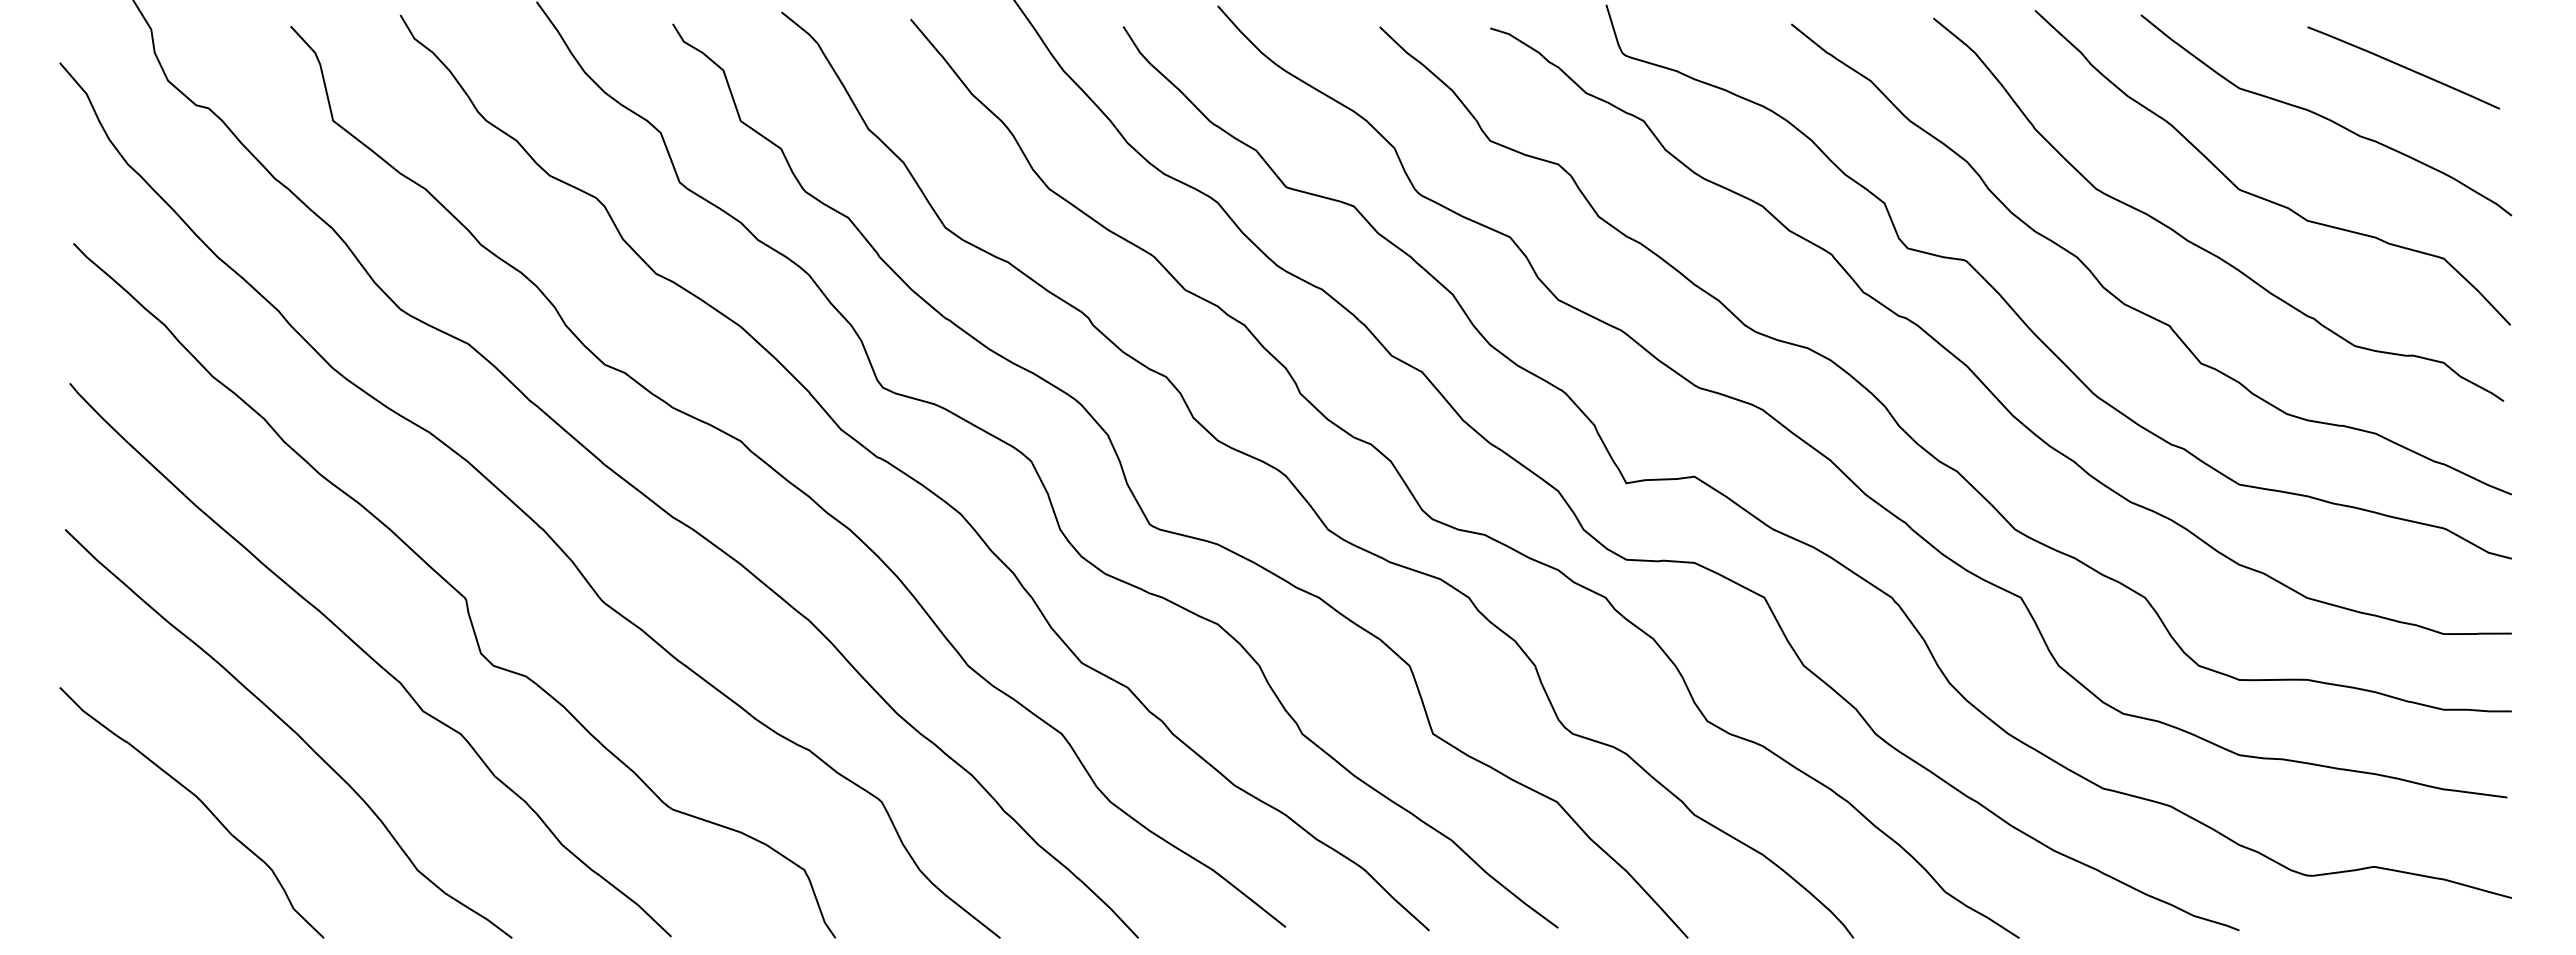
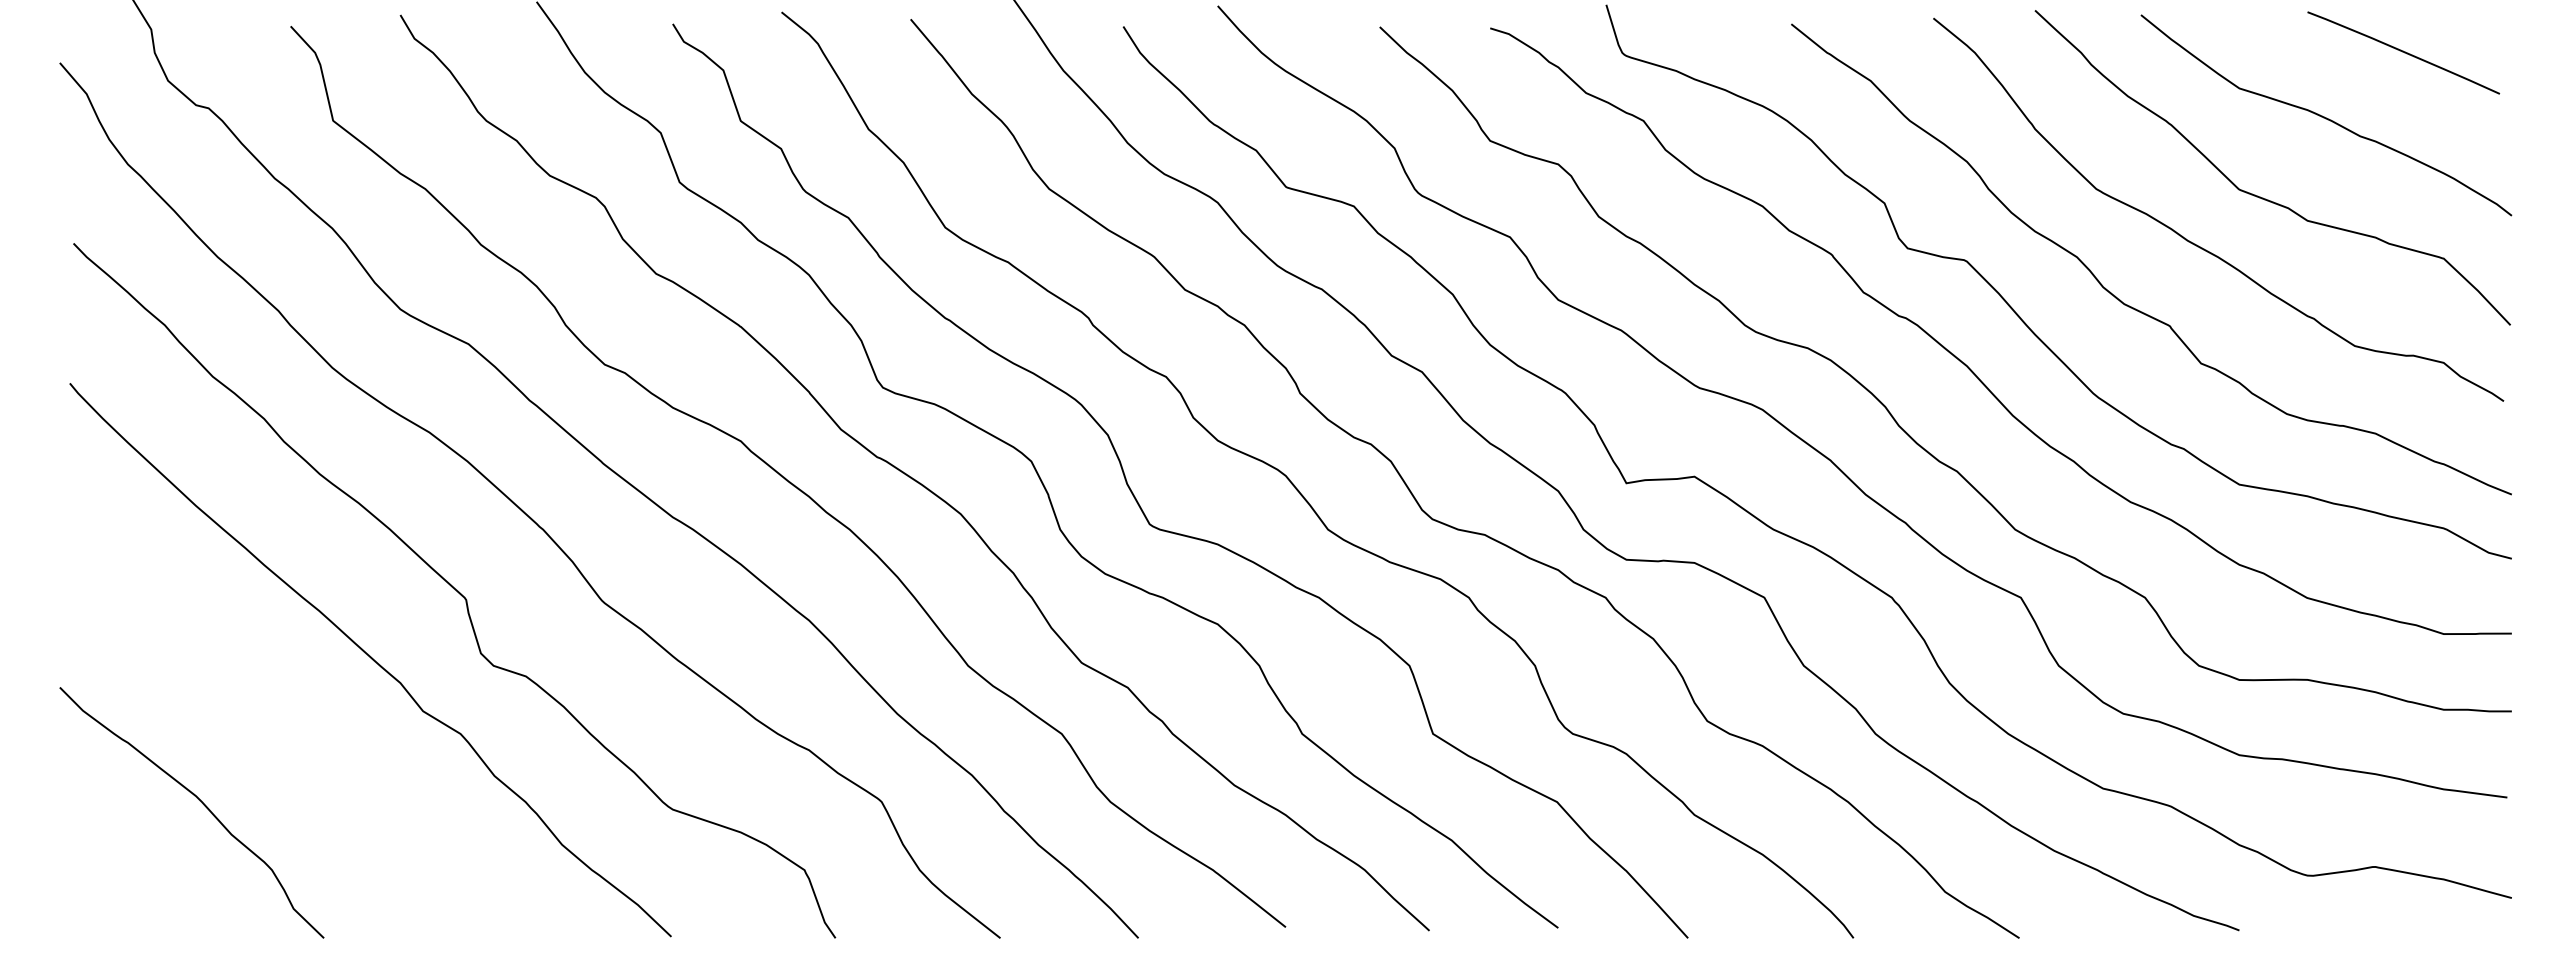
curve at (2403, 67) position: (2403, 67) -> (2403, 52)
curve at (291, 730): present -> none
